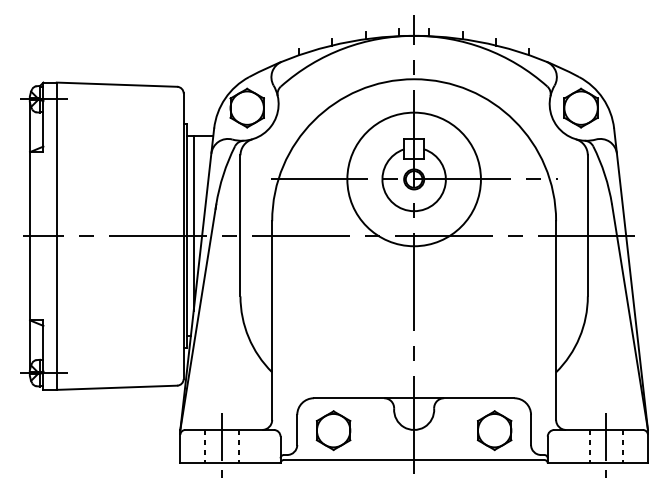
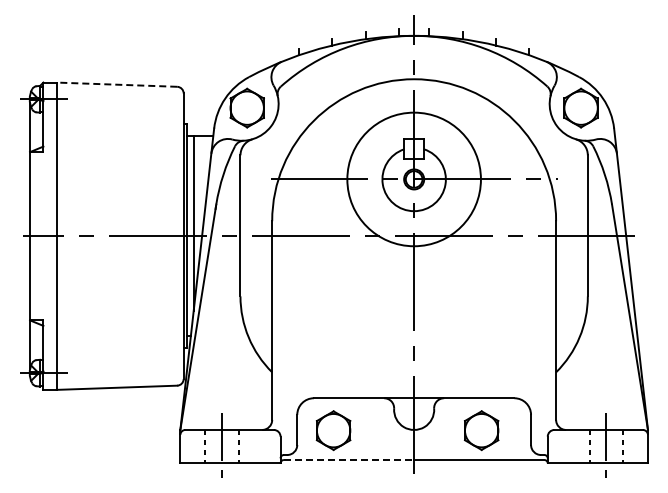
line at (116, 84): solid -> dashed
part at (494, 430) position: (494, 430) -> (481, 430)
line at (349, 460): solid -> dashed
